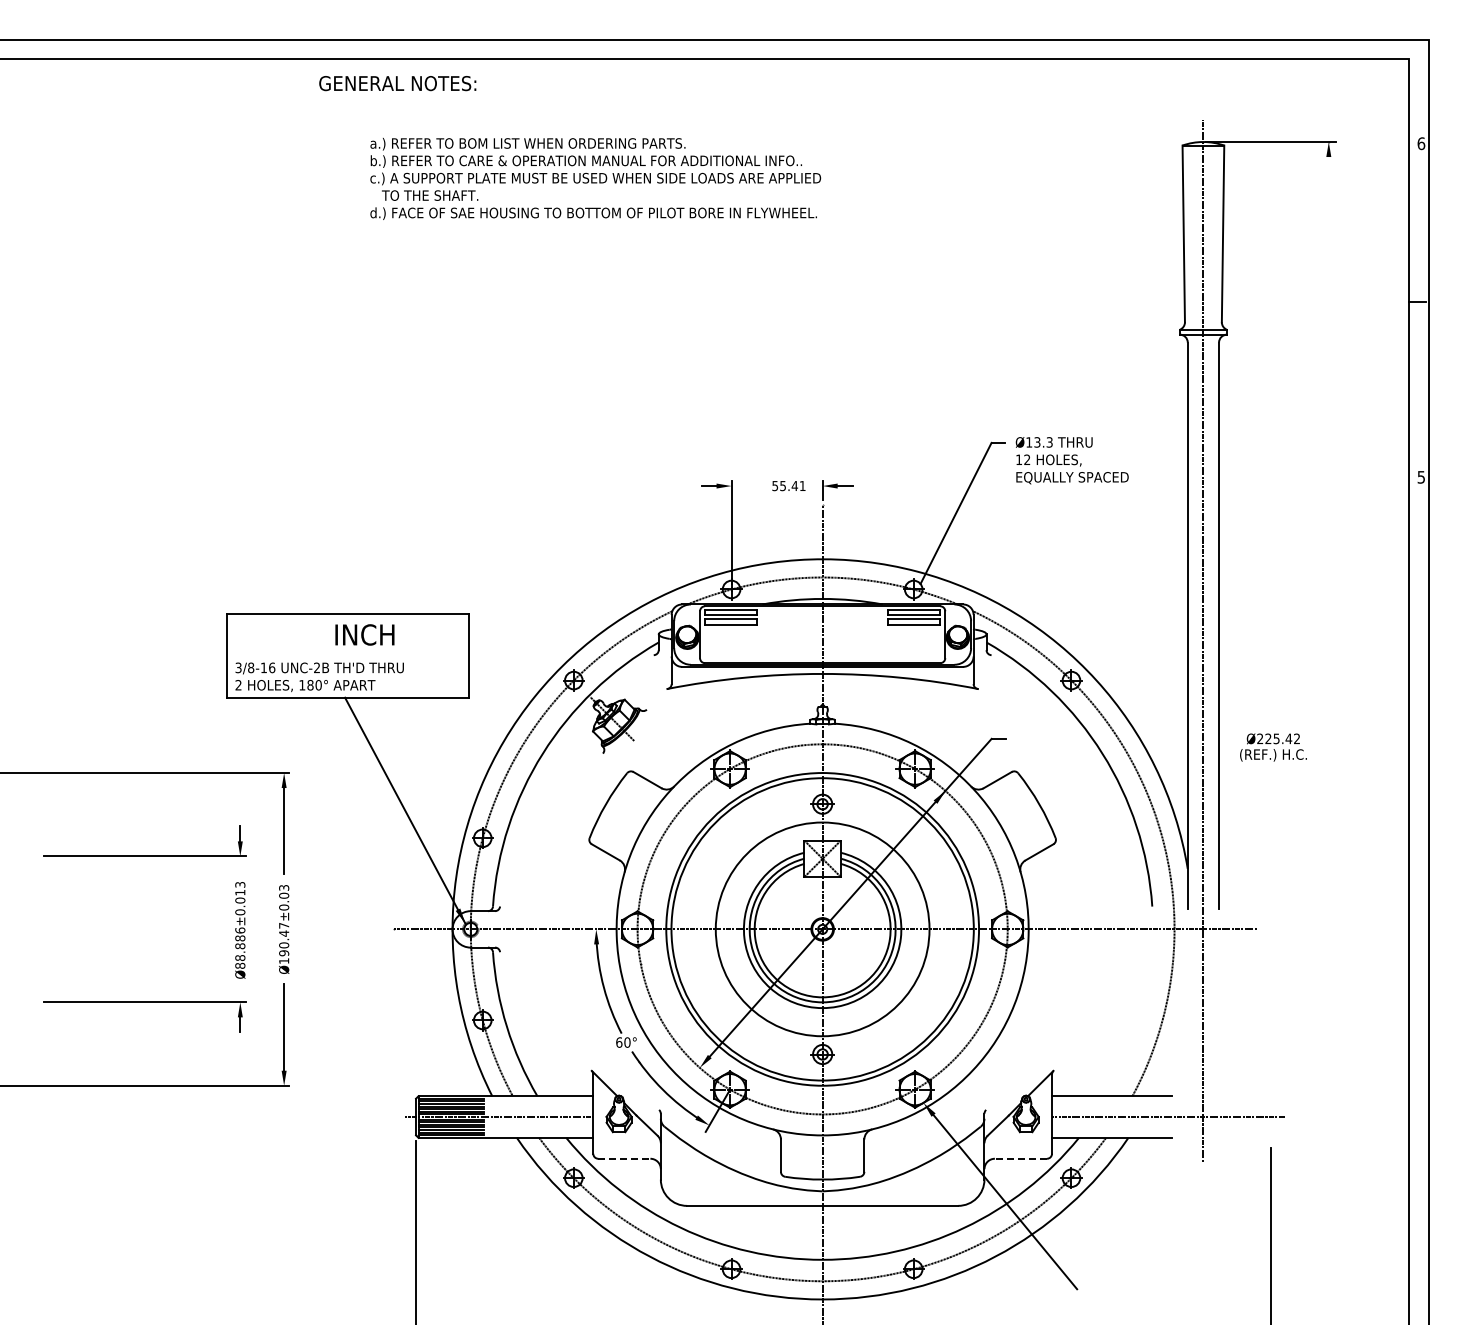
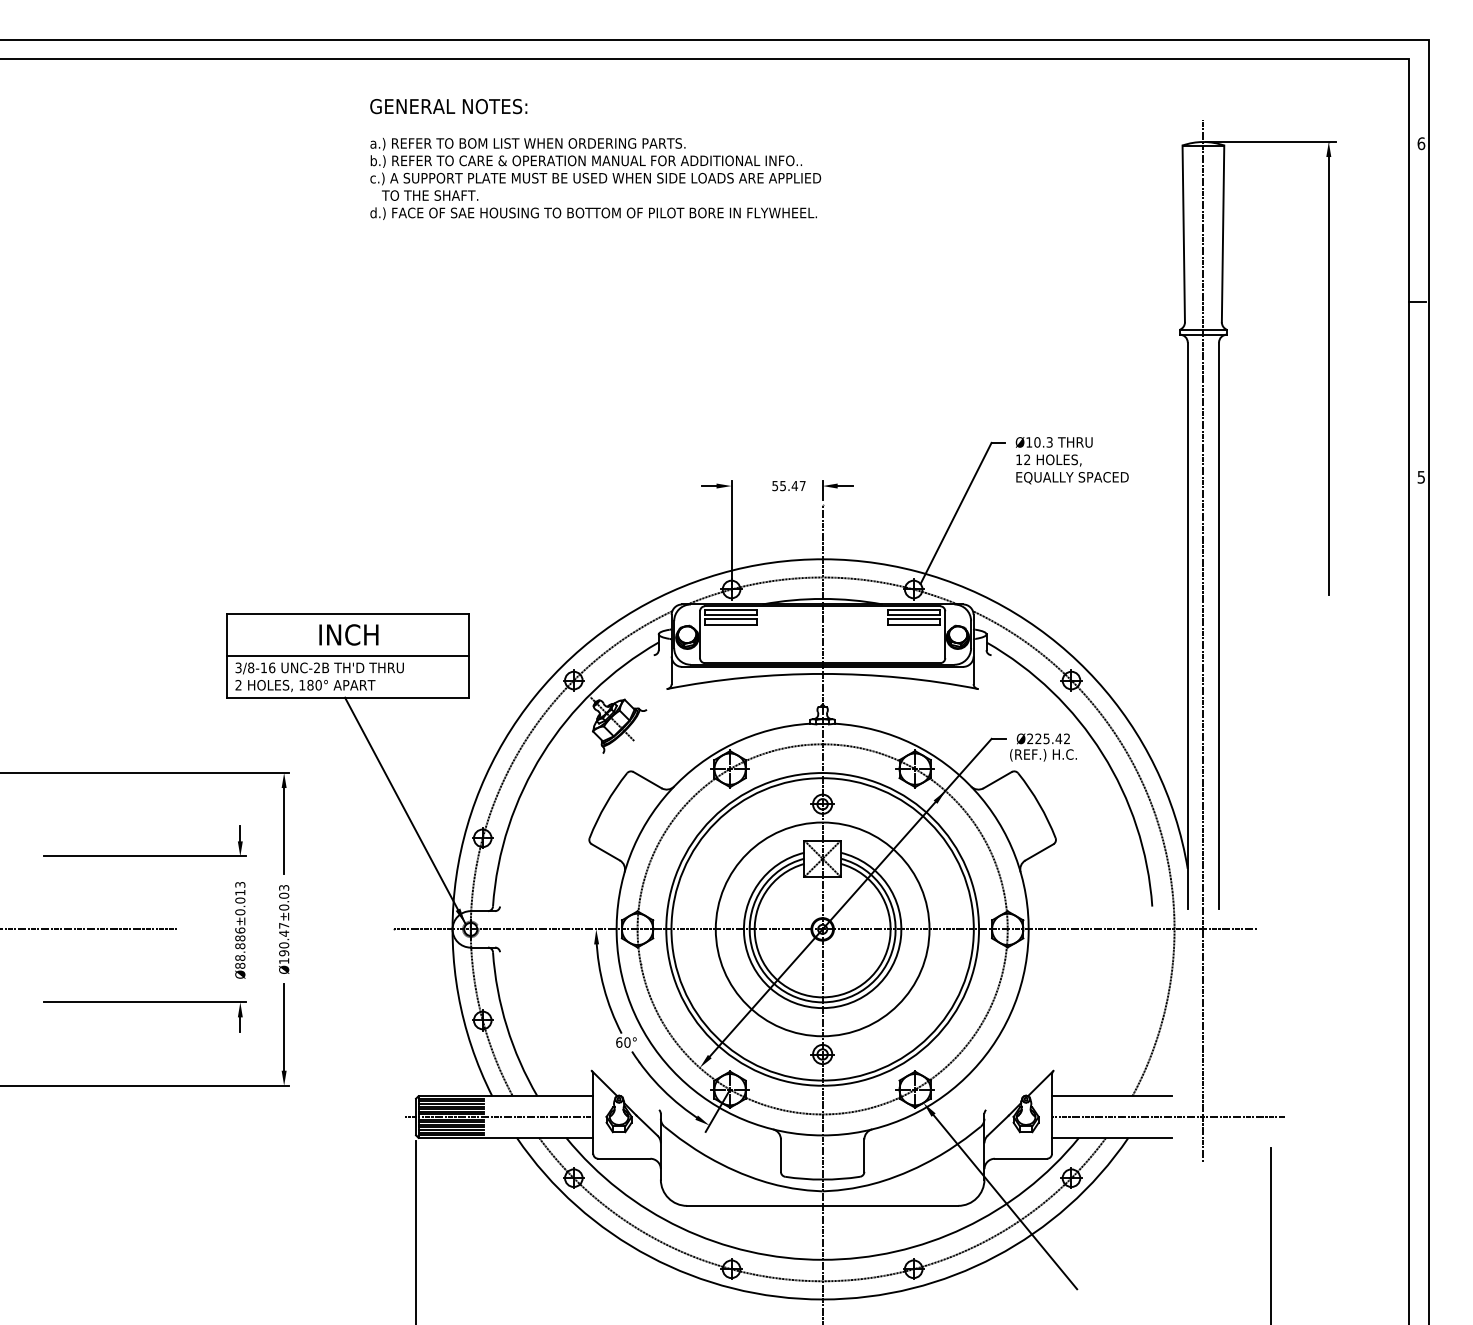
text at (397, 83) position: (397, 83) -> (448, 106)
line at (1328, 373): none -> present
text at (1037, 442): Ø13.3 -> Ø10.3
text at (802, 485): 55.41 -> 55.47
text at (364, 634) position: (364, 634) -> (348, 634)
line at (348, 655): none -> present
text at (1273, 747) position: (1273, 747) -> (1043, 747)
line at (90, 929): none -> present
line at (624, 1158): dashed -> solid
line at (1020, 1158): dashed -> solid
